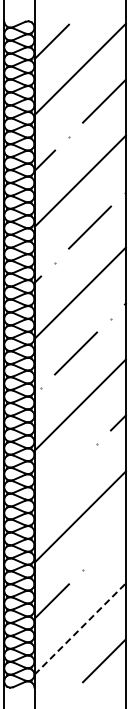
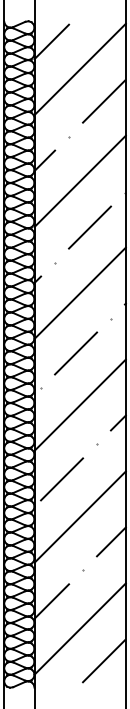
line at (62, 479): none -> present
line at (111, 541): none -> present
line at (80, 629): dashed -> solid
